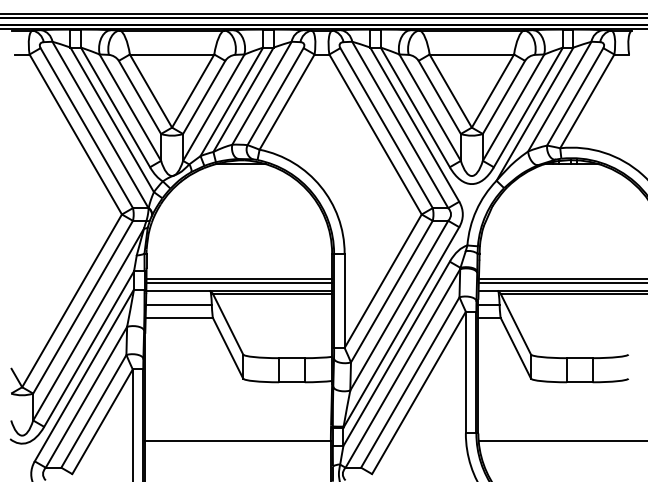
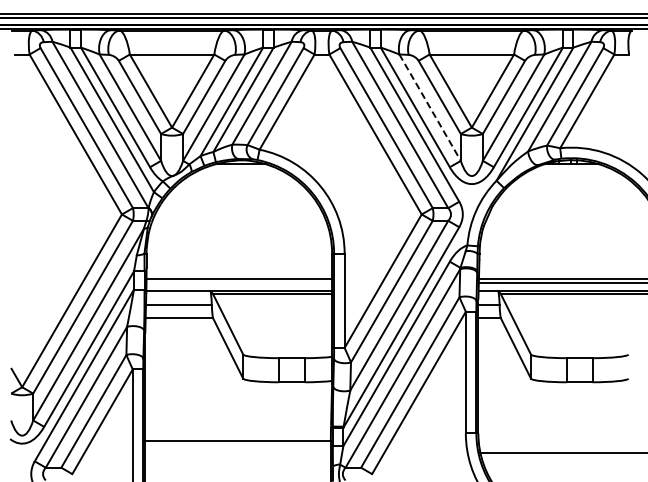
line at (430, 108): solid -> dashed
line at (239, 283): present -> none
line at (561, 441) position: (561, 441) -> (561, 453)
